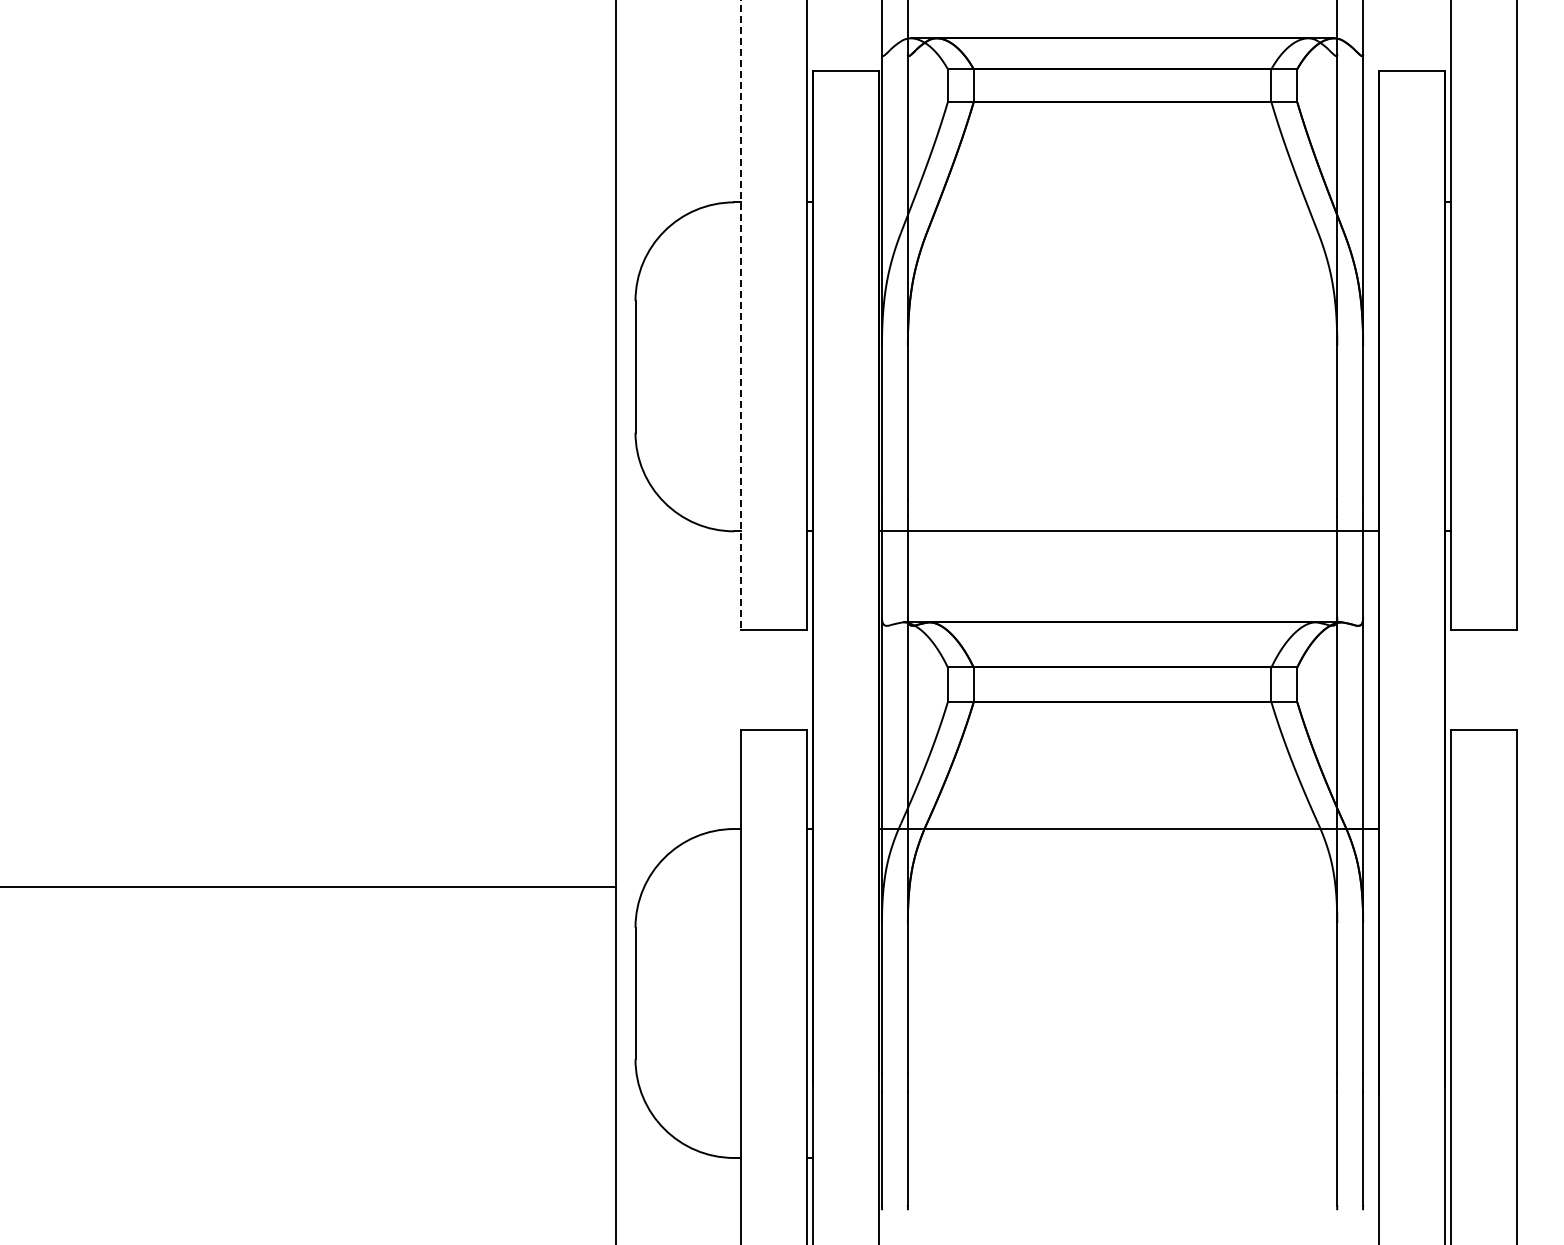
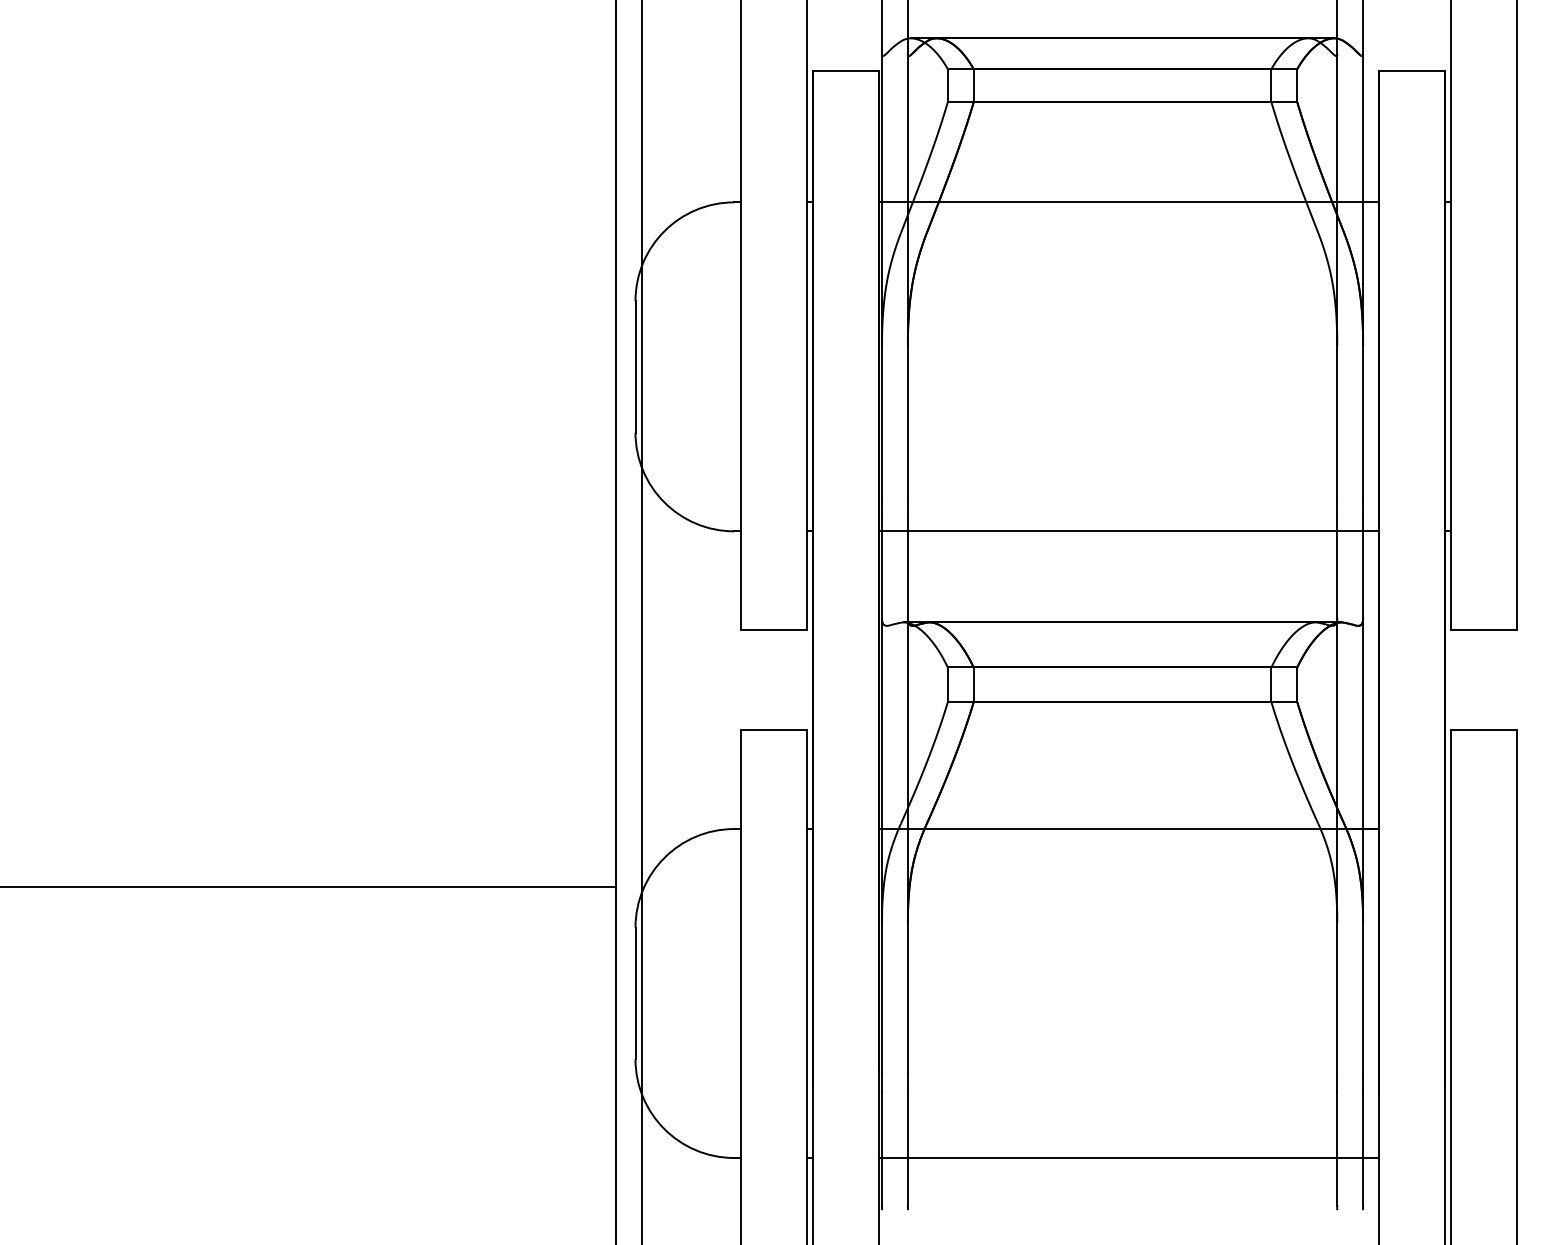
line at (1128, 202): none -> present
line at (740, 315): dashed -> solid
line at (642, 621): none -> present
line at (1128, 1157): none -> present
